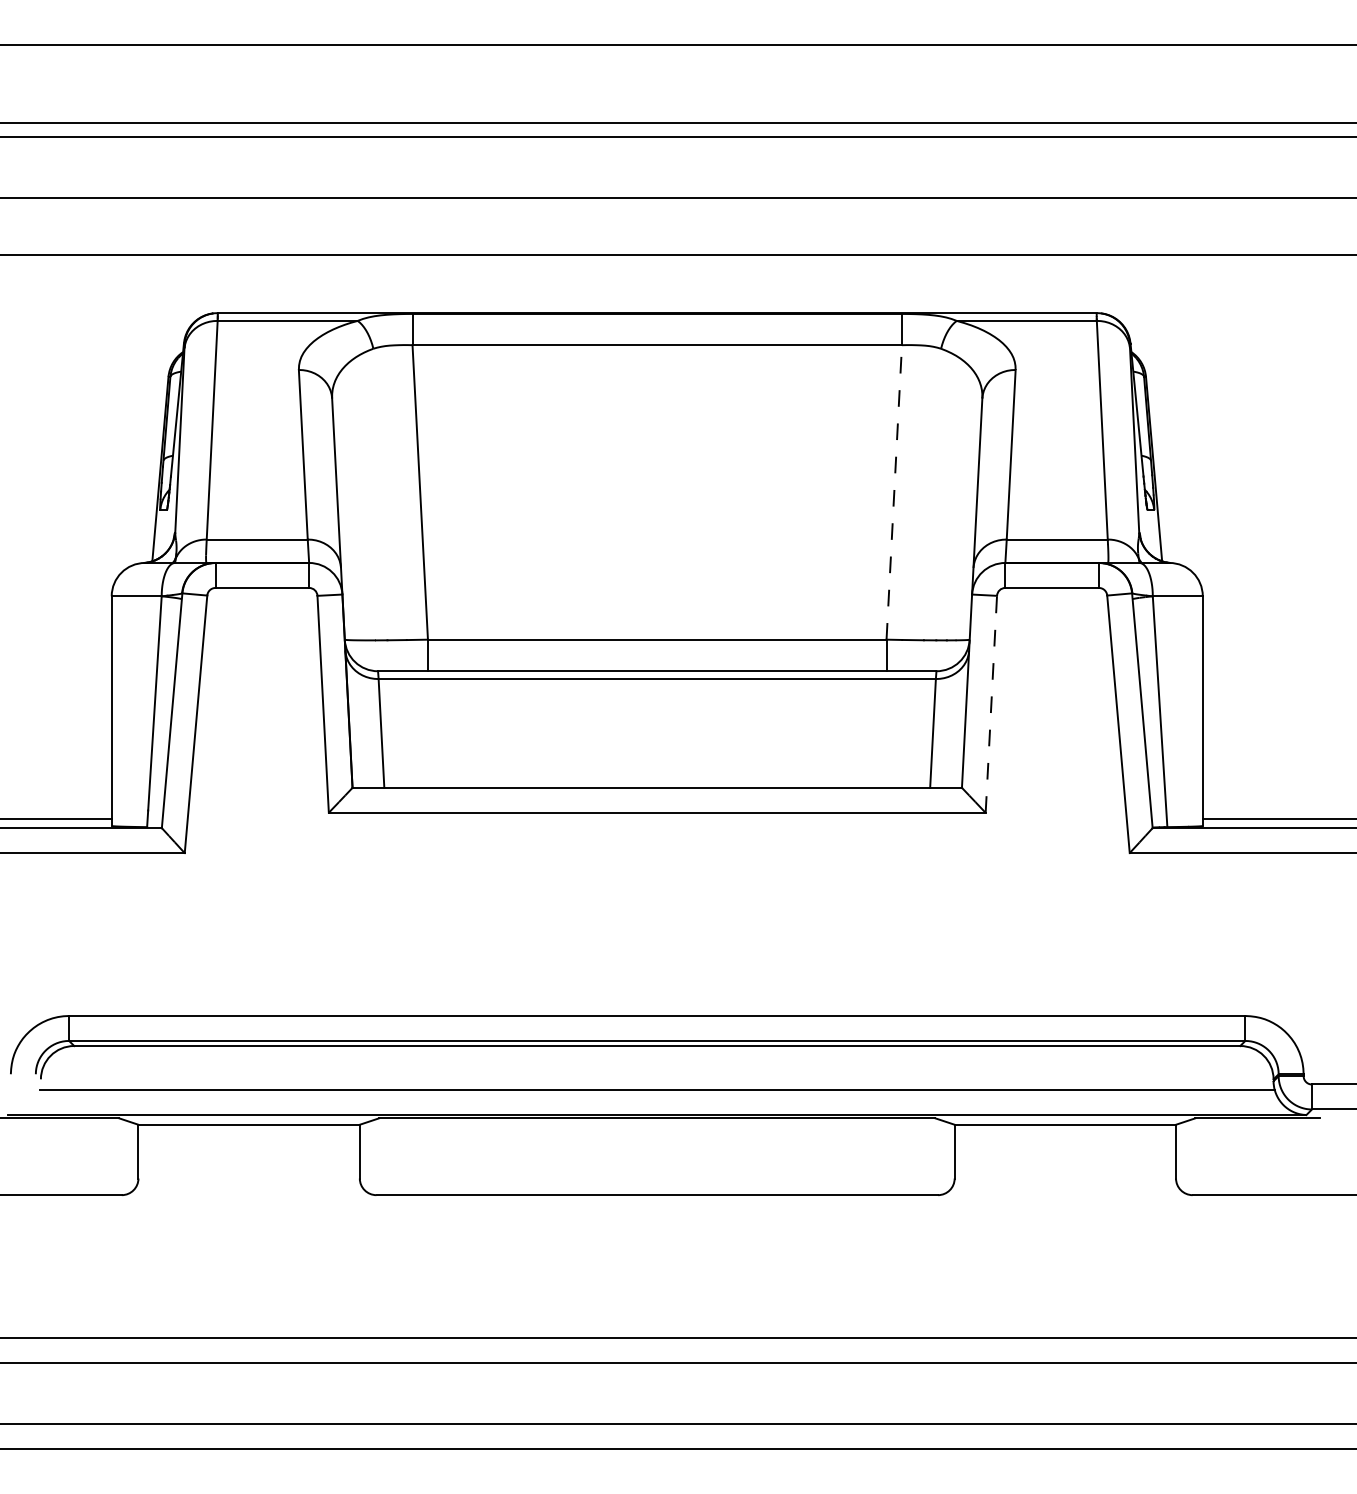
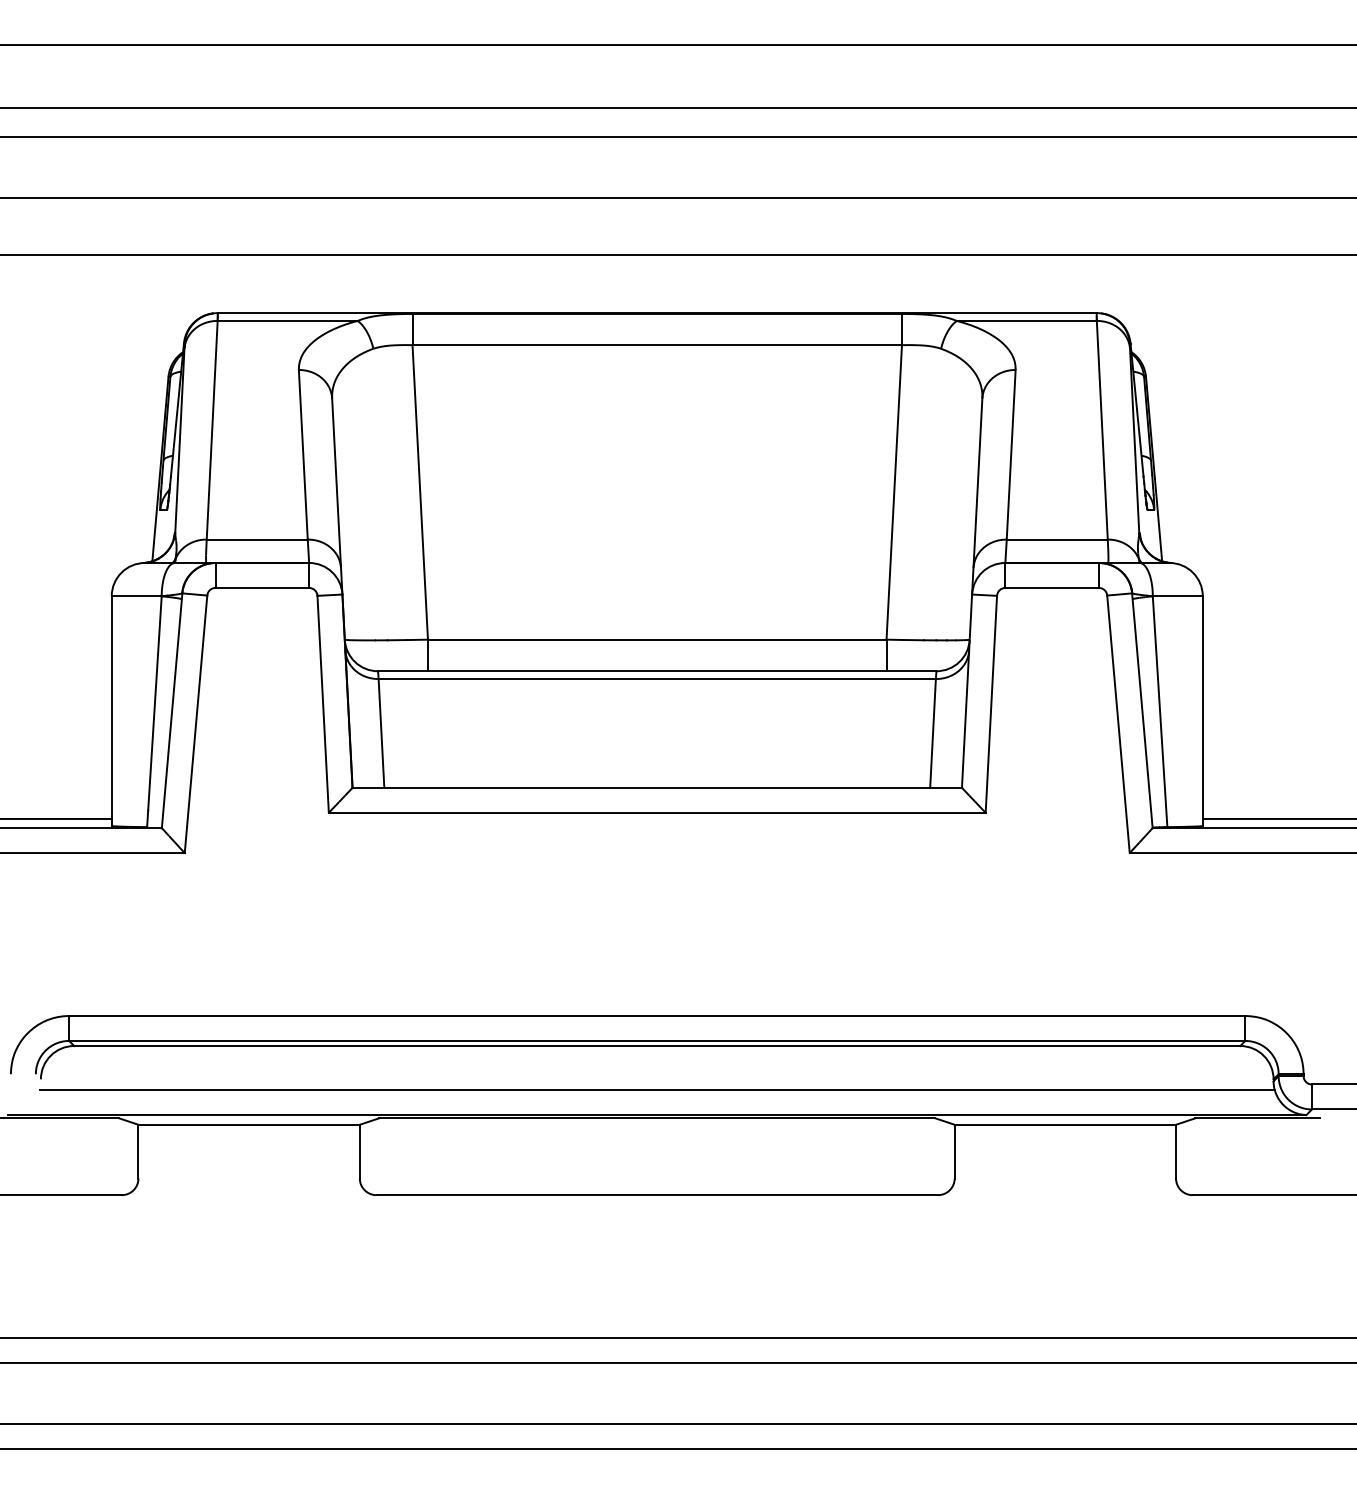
line at (677, 122) position: (677, 122) -> (677, 107)
line at (894, 491): dashed -> solid
line at (991, 704): dashed -> solid
